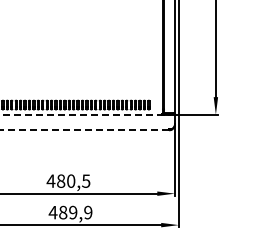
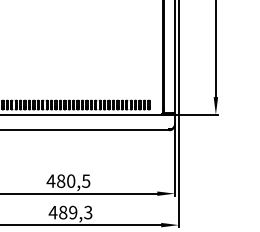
line at (87, 114): dashed -> solid
line at (85, 130): dashed -> solid
text at (88, 212): 489,9 -> 489,3
